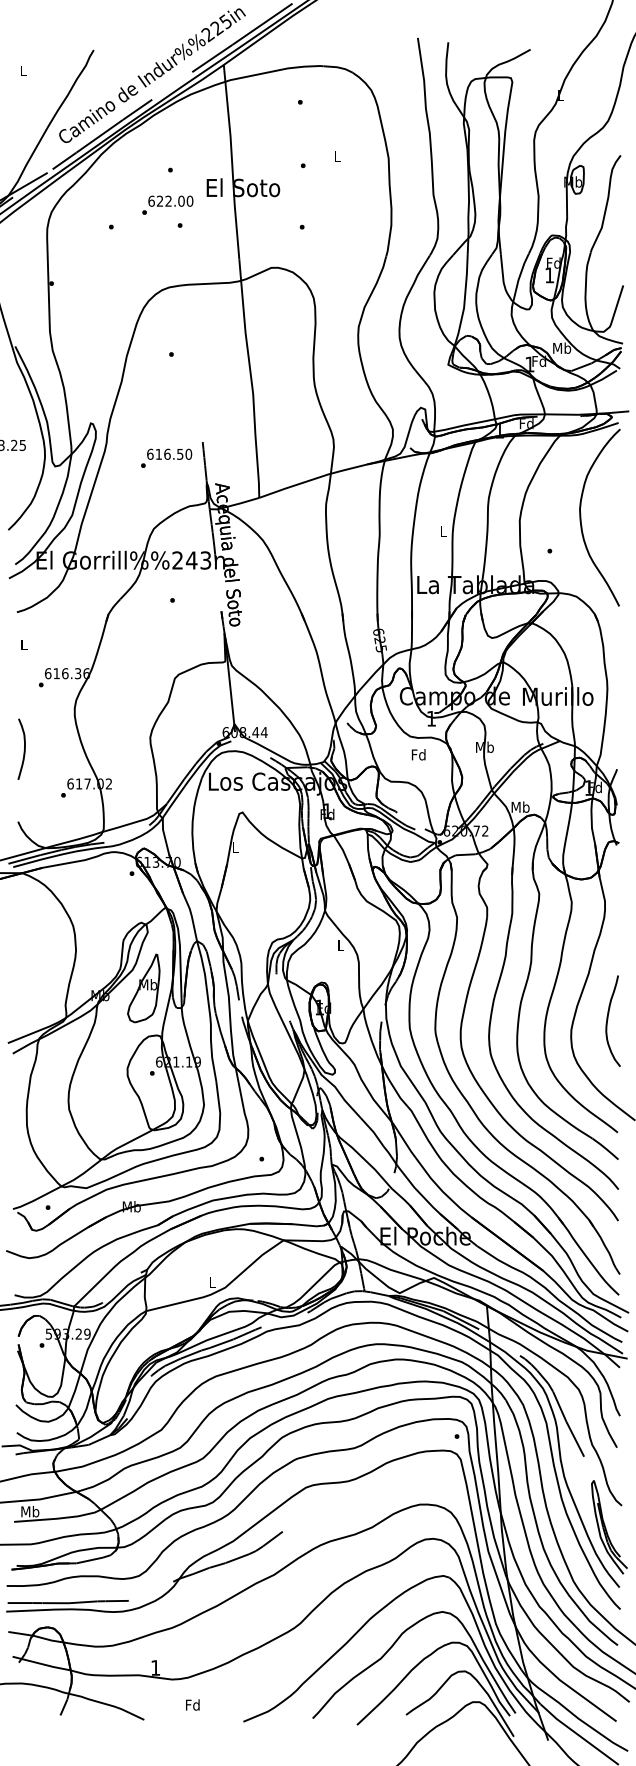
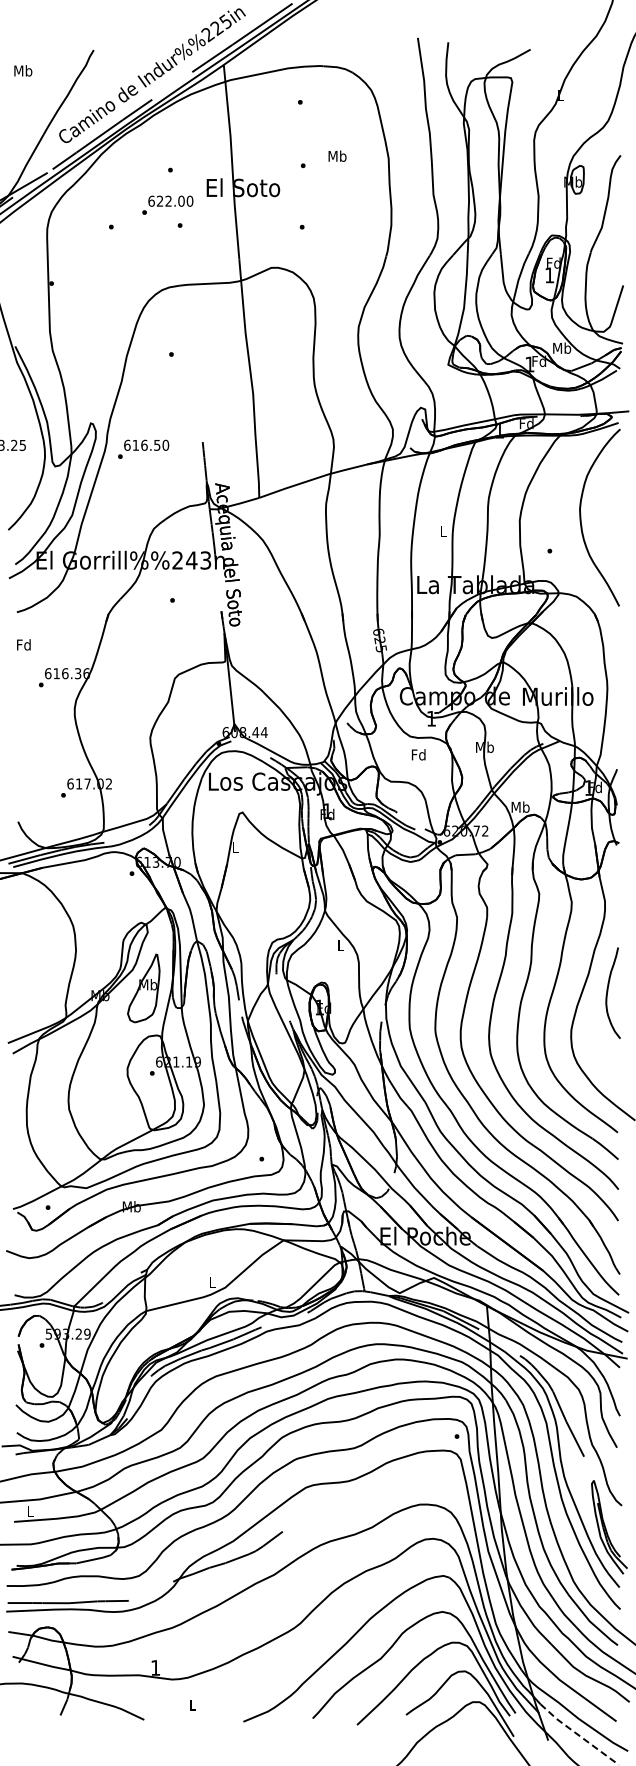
text at (23, 70): L -> Mb
text at (337, 155): L -> Mb
text at (166, 457) position: (166, 457) -> (143, 448)
text at (23, 644): L -> Fd
curve at (24, 748): present -> none
curve at (608, 1020) position: (608, 1020) -> (608, 992)
text at (30, 1511): Mb -> L
text at (192, 1704): Fd -> L
line at (578, 1734): solid -> dashed
